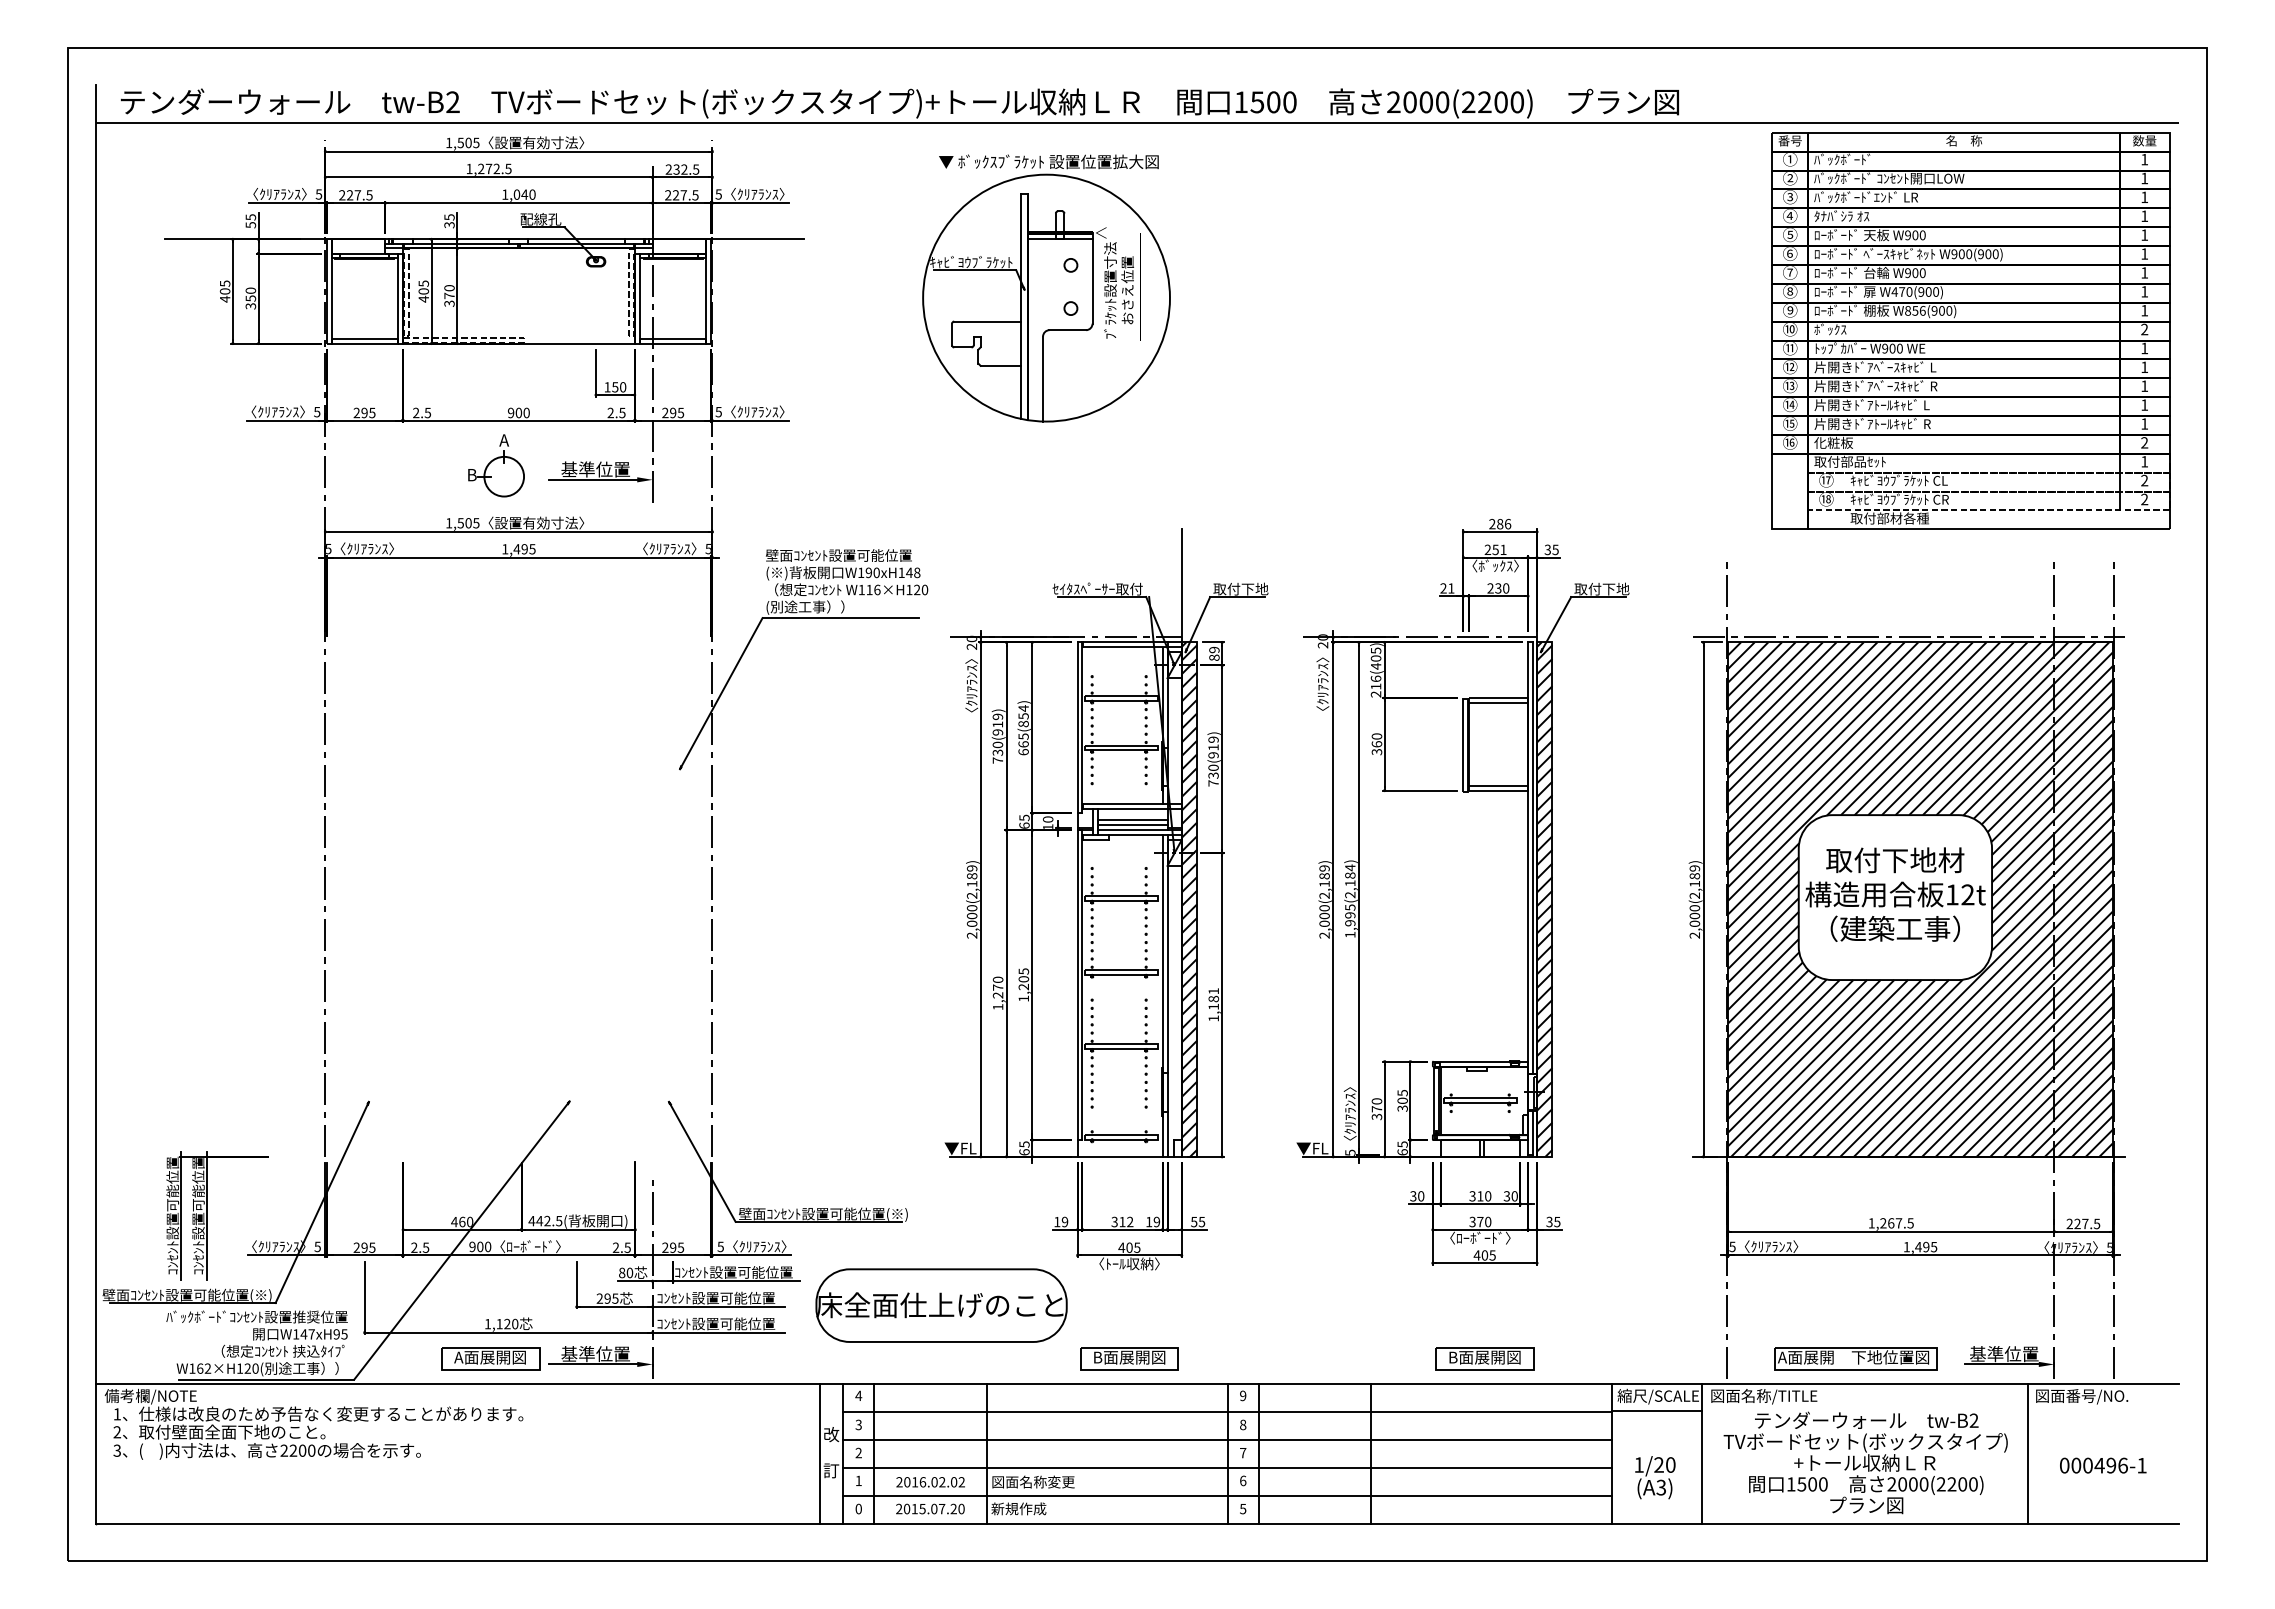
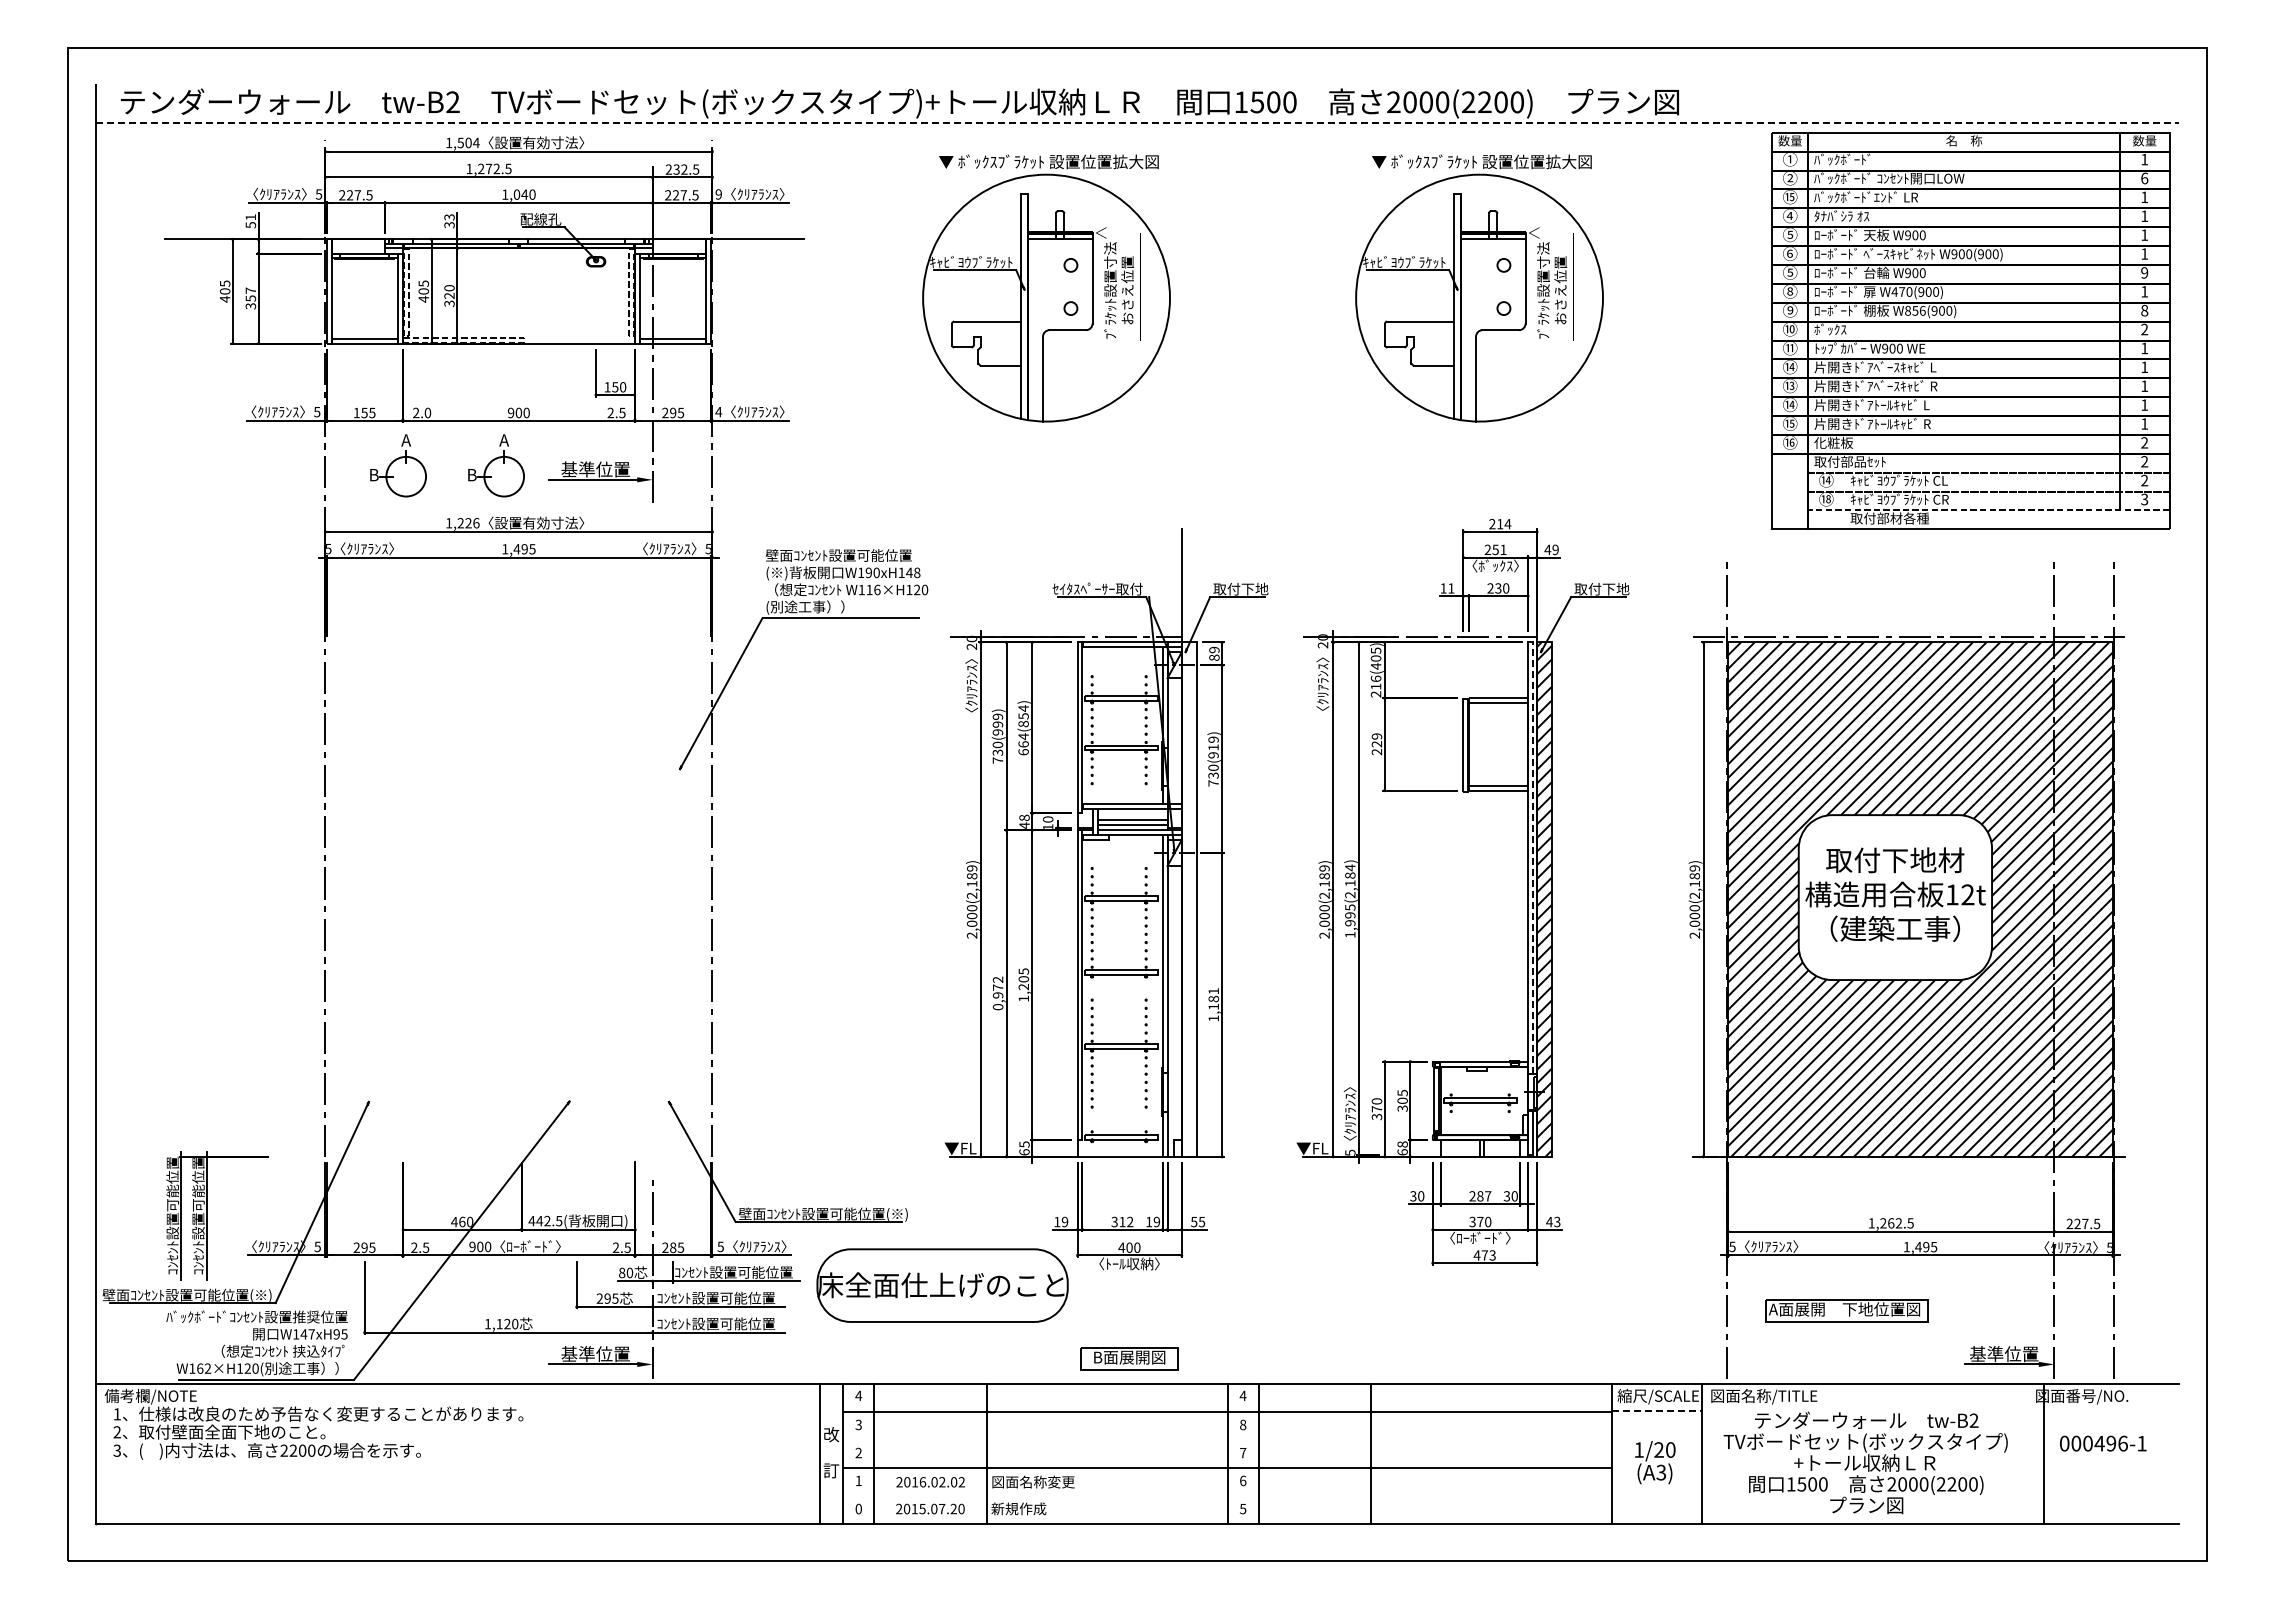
line at (1137, 123): solid -> dashed
text at (1789, 140): 番号 -> 数量
text at (475, 142): 1,505 -> 1,504
text at (2144, 178): 1 -> 6
text at (718, 194): 5 -> 9
text at (1789, 197): ③ -> ⑮
text at (250, 217): 55 -> 51
text at (448, 217): 35 -> 33
text at (1790, 272): ⑦ -> ⑤
text at (2144, 272): 1 -> 9
part at (1479, 288): none -> present
text at (250, 290): 350 -> 357
text at (449, 295): 370 -> 320
text at (2144, 310): 1 -> 8
text at (1791, 366): ⑫ -> ⑭
text at (360, 412): 295 -> 155
text at (427, 412): 2.5 -> 2.0
text at (718, 412): 5 -> 4
text at (2144, 461): 1 -> 2
part at (398, 465): none -> present
text at (1827, 480): ⑰ -> ⑭
text at (2144, 499): 2 -> 3
text at (468, 523): 1,505 -> 1,226
text at (1503, 523): 286 -> 214
text at (1551, 549): 35 -> 49
text at (1443, 588): 21 -> 11
text at (997, 724): 730(919) -> 730(999)
text at (1023, 736): 665(854) -> 664(854)
text at (1376, 744): 360 -> 229
text at (1024, 821): 65 -> 48
line at (1532, 858): solid -> dashed
hatch at (1189, 899): present -> none
text at (997, 993): 1,270 -> 0,972
text at (1402, 1144): 65 -> 68
text at (1480, 1196): 310 -> 287
text at (1553, 1221): 35 -> 43
text at (1898, 1223): 1,267.5 -> 1,262.5
text at (673, 1247): 295 -> 285
text at (1137, 1247): 405 -> 400
text at (1488, 1255): 405 -> 473
part at (941, 1305) position: (941, 1305) -> (942, 1285)
part at (490, 1358): present -> none
part at (1484, 1358): present -> none
part at (1855, 1358) position: (1855, 1358) -> (1846, 1310)
text at (1242, 1395): 9 -> 4
line at (1656, 1410): solid -> dashed
line at (1227, 1440): present -> none
line at (2027, 1454) position: (2027, 1454) -> (2043, 1454)
text at (2103, 1465) position: (2103, 1465) -> (2103, 1443)
text at (1655, 1477) position: (1655, 1477) -> (1655, 1462)
line at (1227, 1496): present -> none
